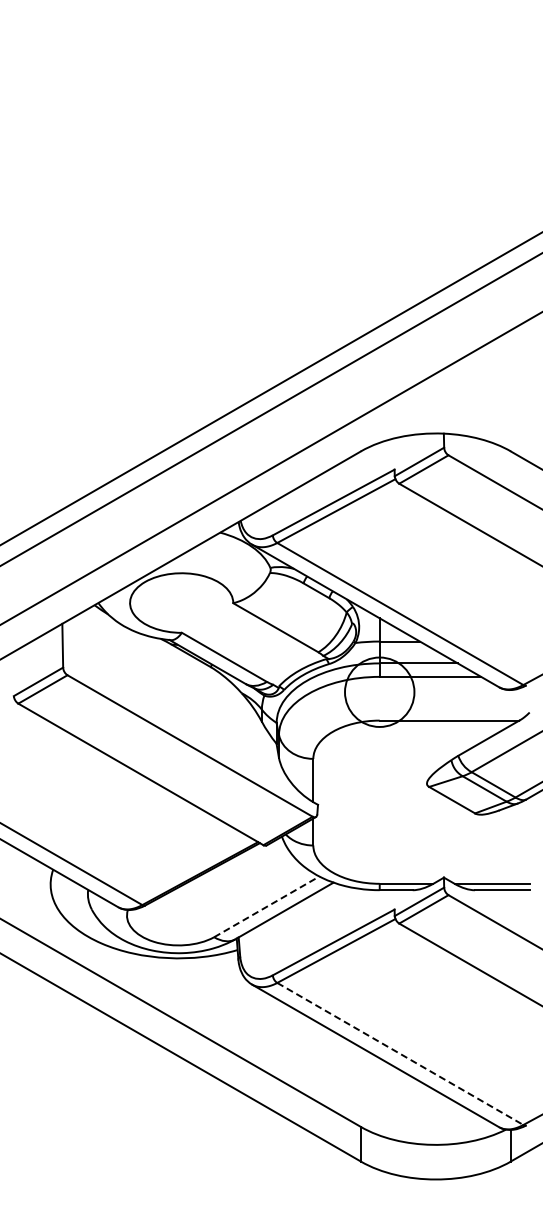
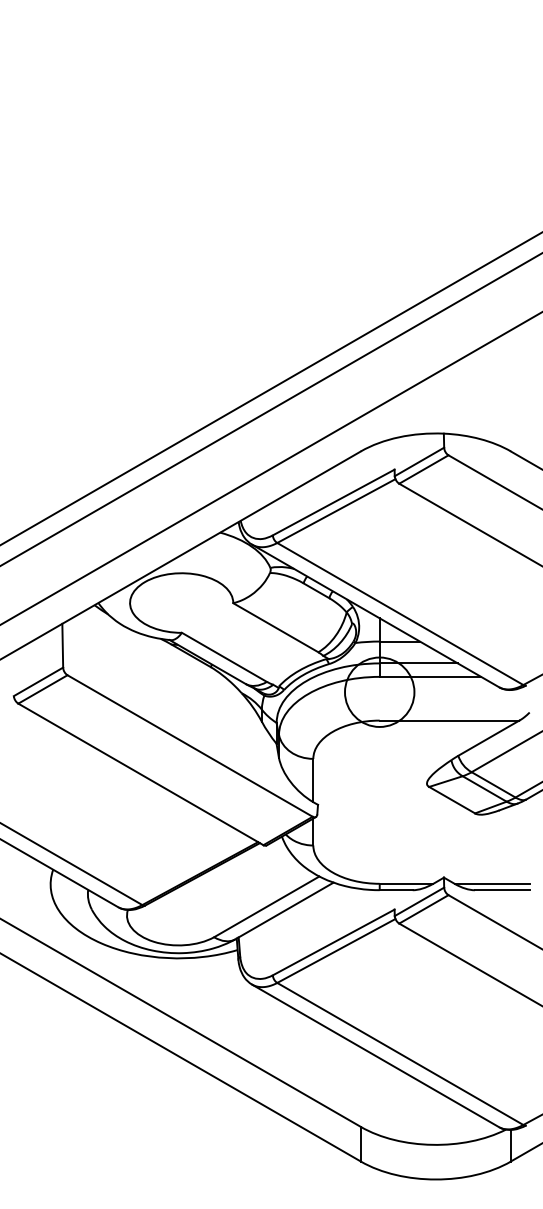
line at (266, 906): dashed -> solid
line at (400, 1054): dashed -> solid
